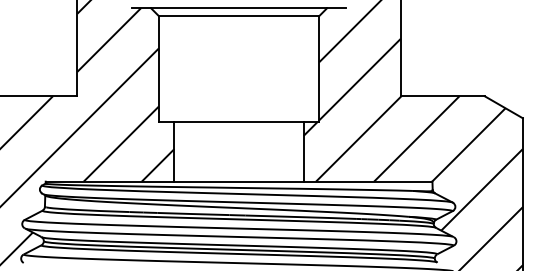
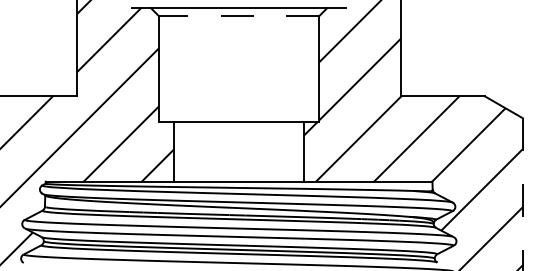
line at (238, 16): solid -> dashed
line at (522, 194): solid -> dashed
